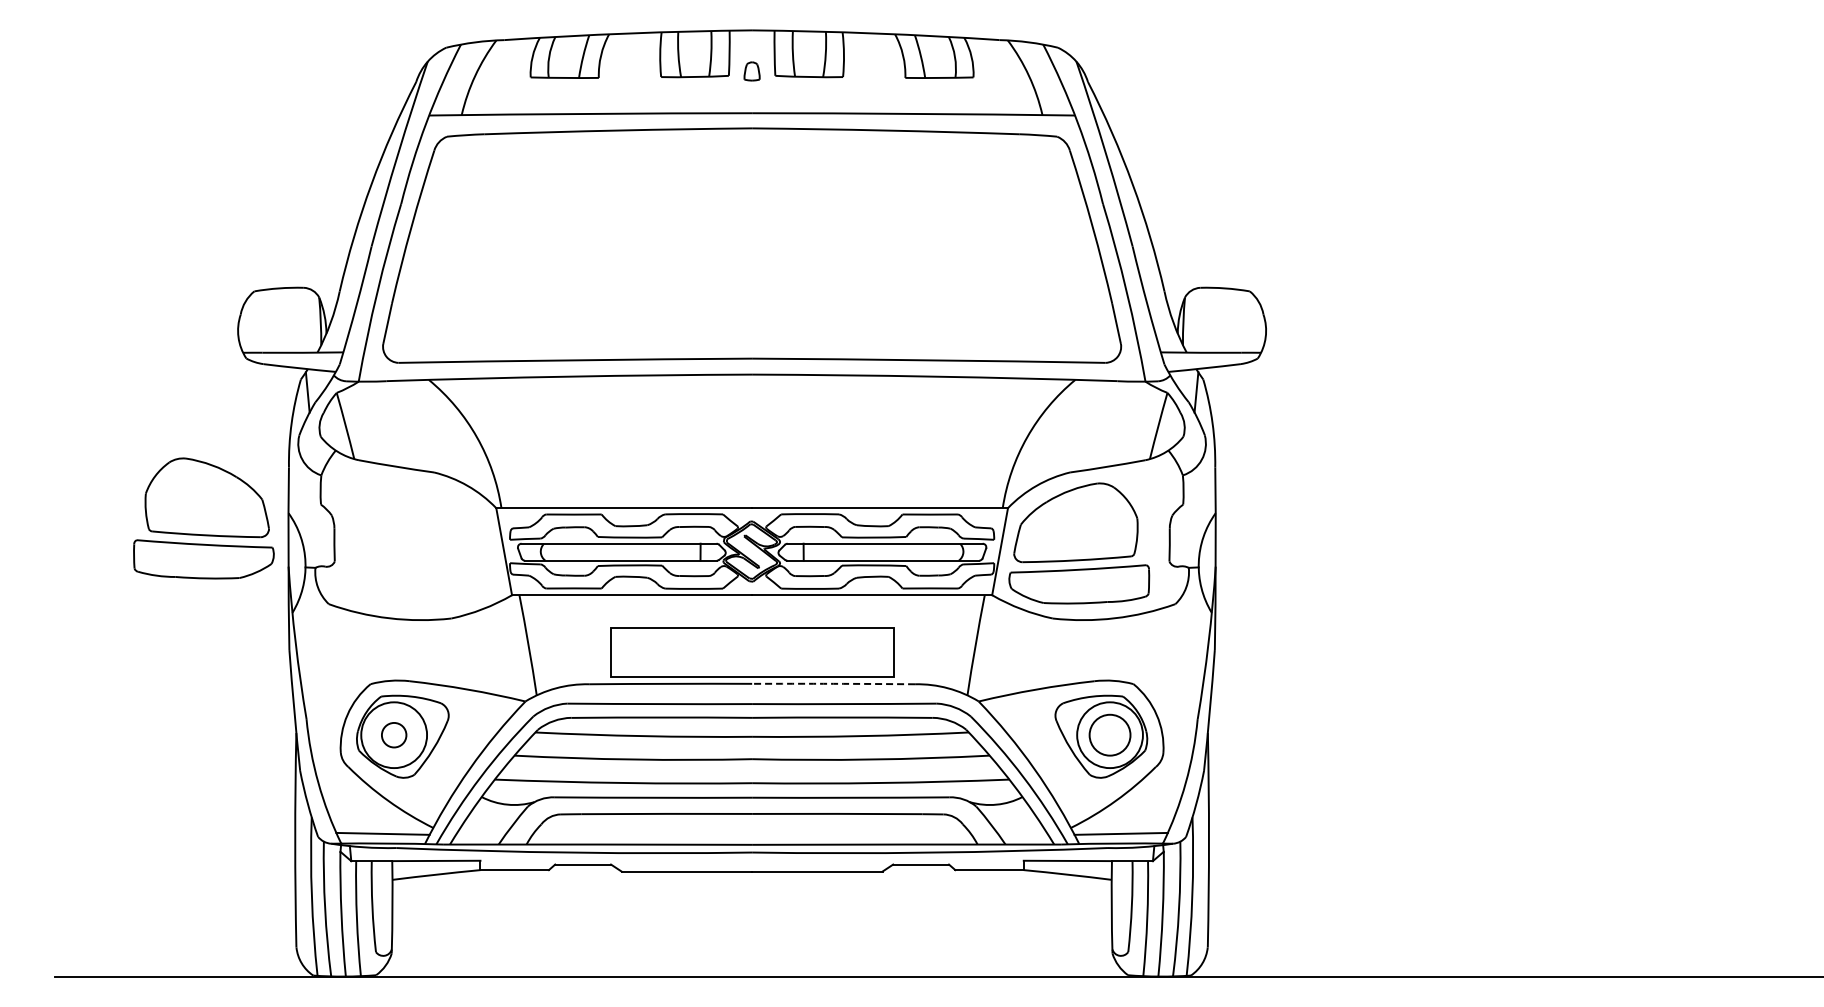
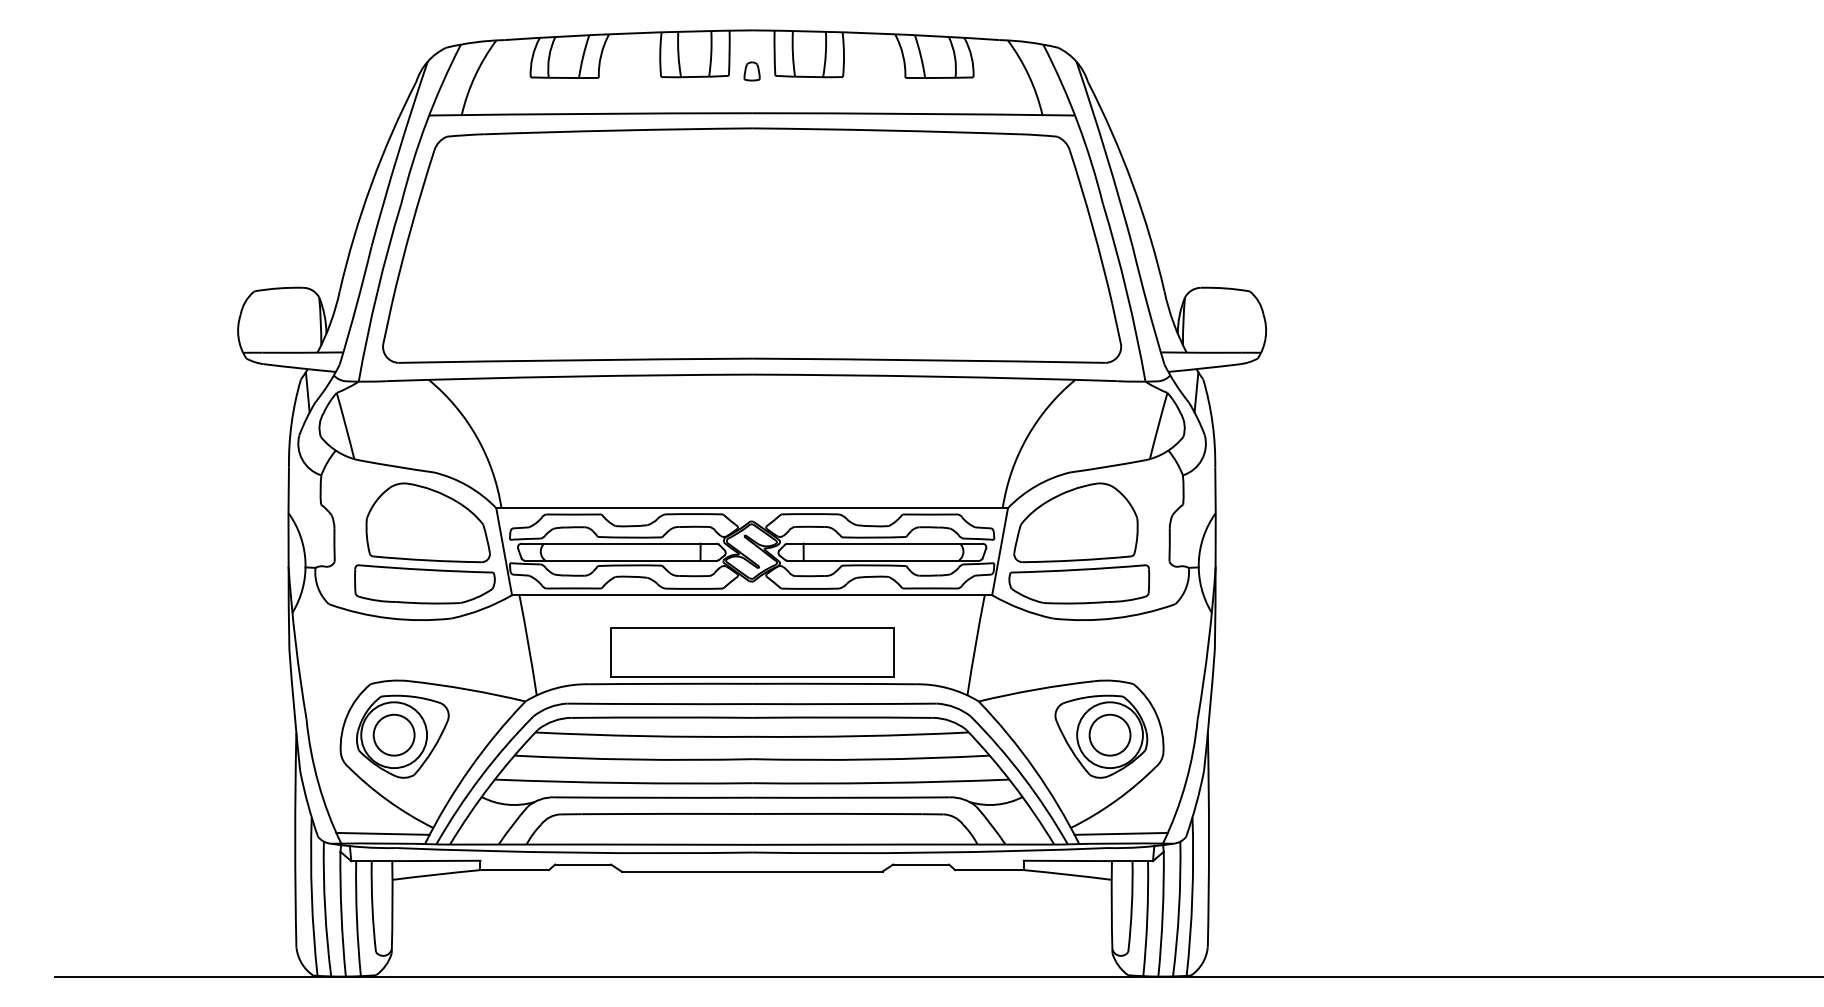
part at (203, 518) position: (203, 518) -> (424, 543)
arc at (833, 683): dashed -> solid
circle at (393, 734) diameter: 25 px -> 41 px
